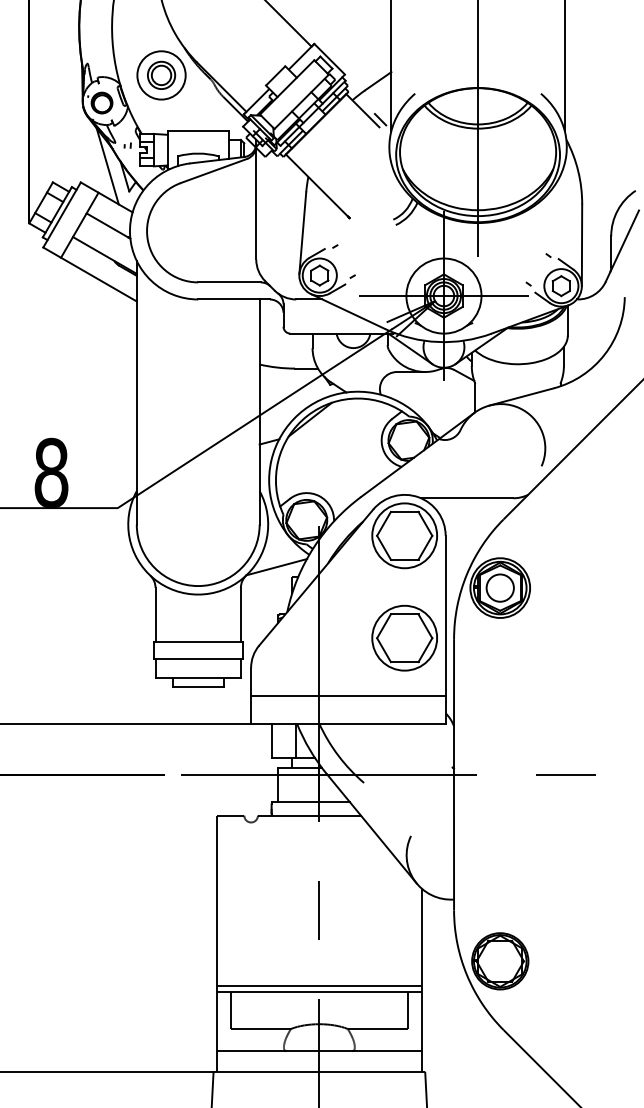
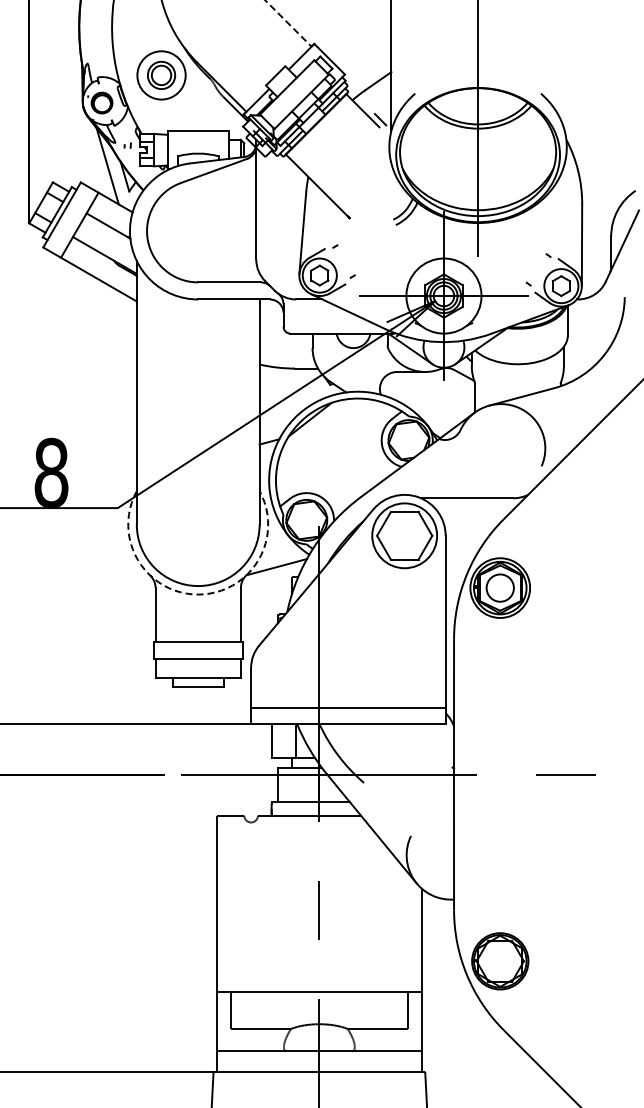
line at (288, 23): solid -> dashed
line at (564, 66): present -> none
arc at (198, 594): solid -> dashed
part at (404, 637): present -> none
line at (348, 696) position: (348, 696) -> (348, 708)
line at (319, 986): present -> none
